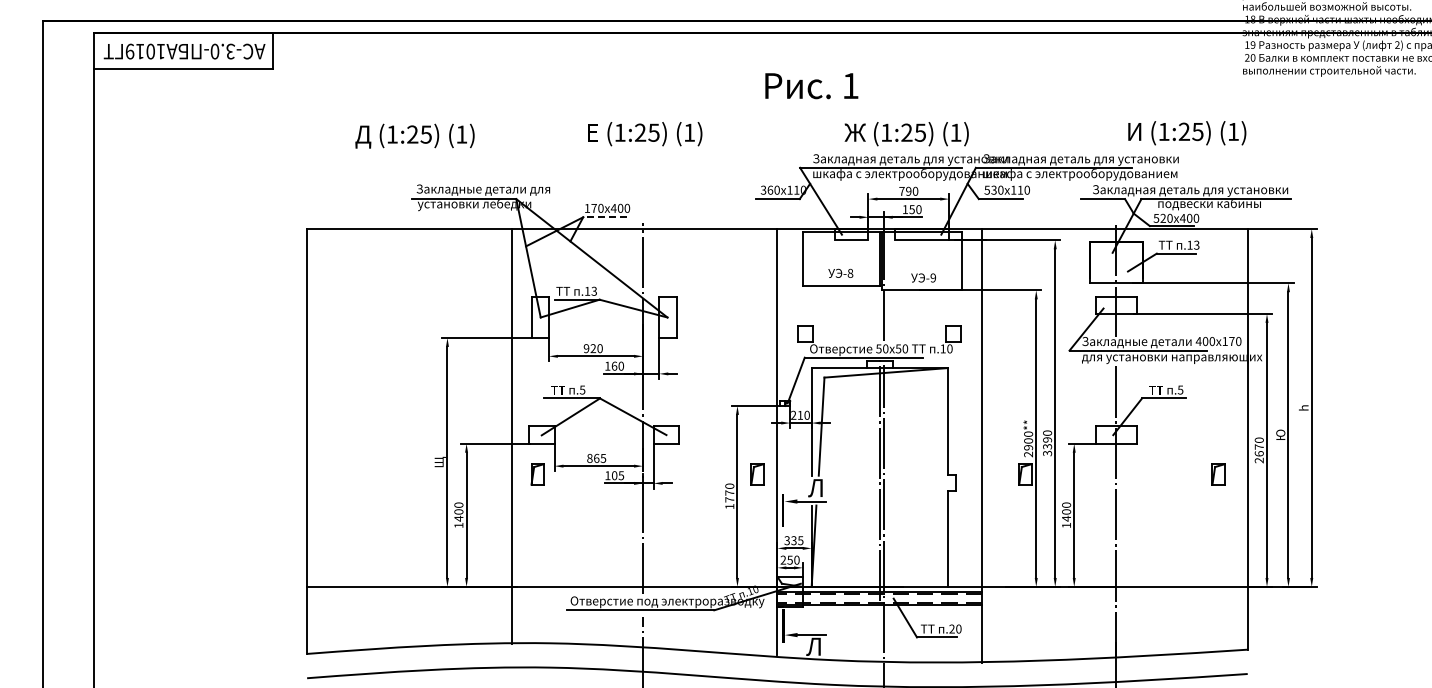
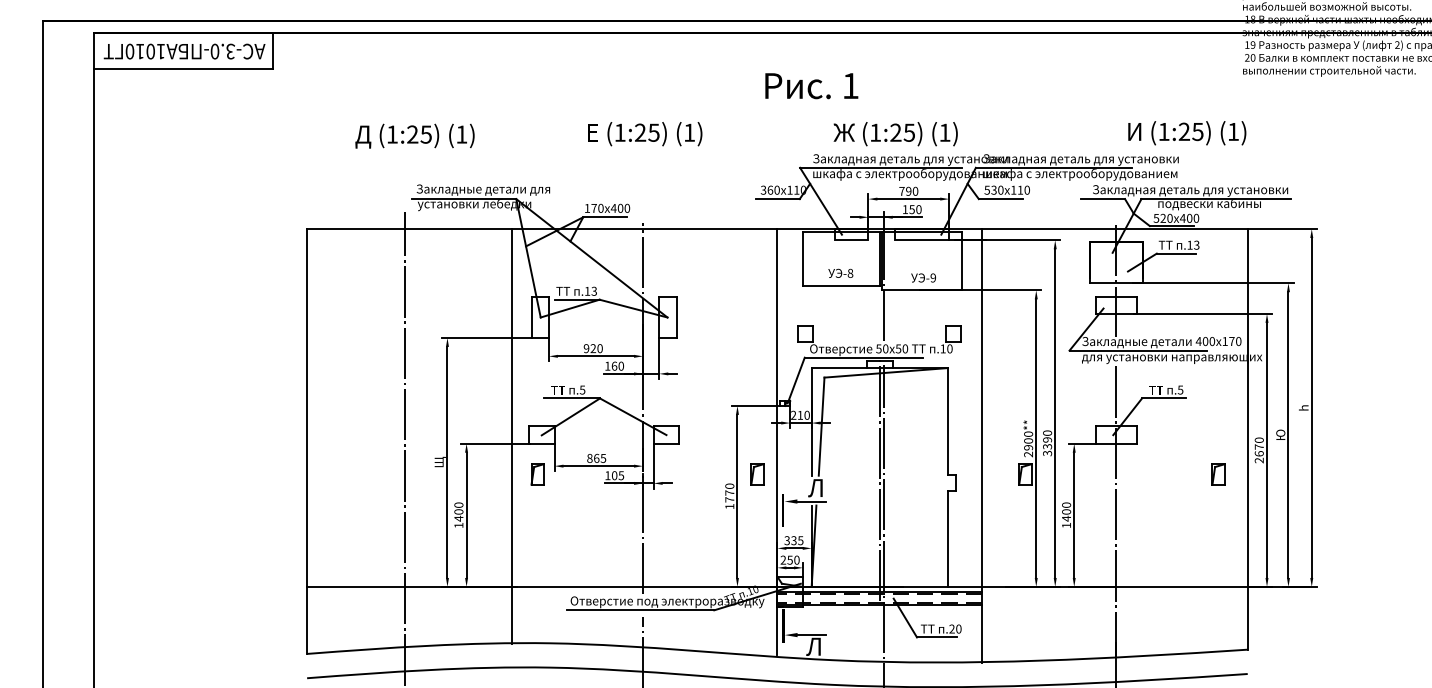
text at (129, 51): 1019 -> 1010
text at (906, 134) position: (906, 134) -> (895, 134)
line at (605, 217): dashed -> solid
line at (405, 447): none -> present
